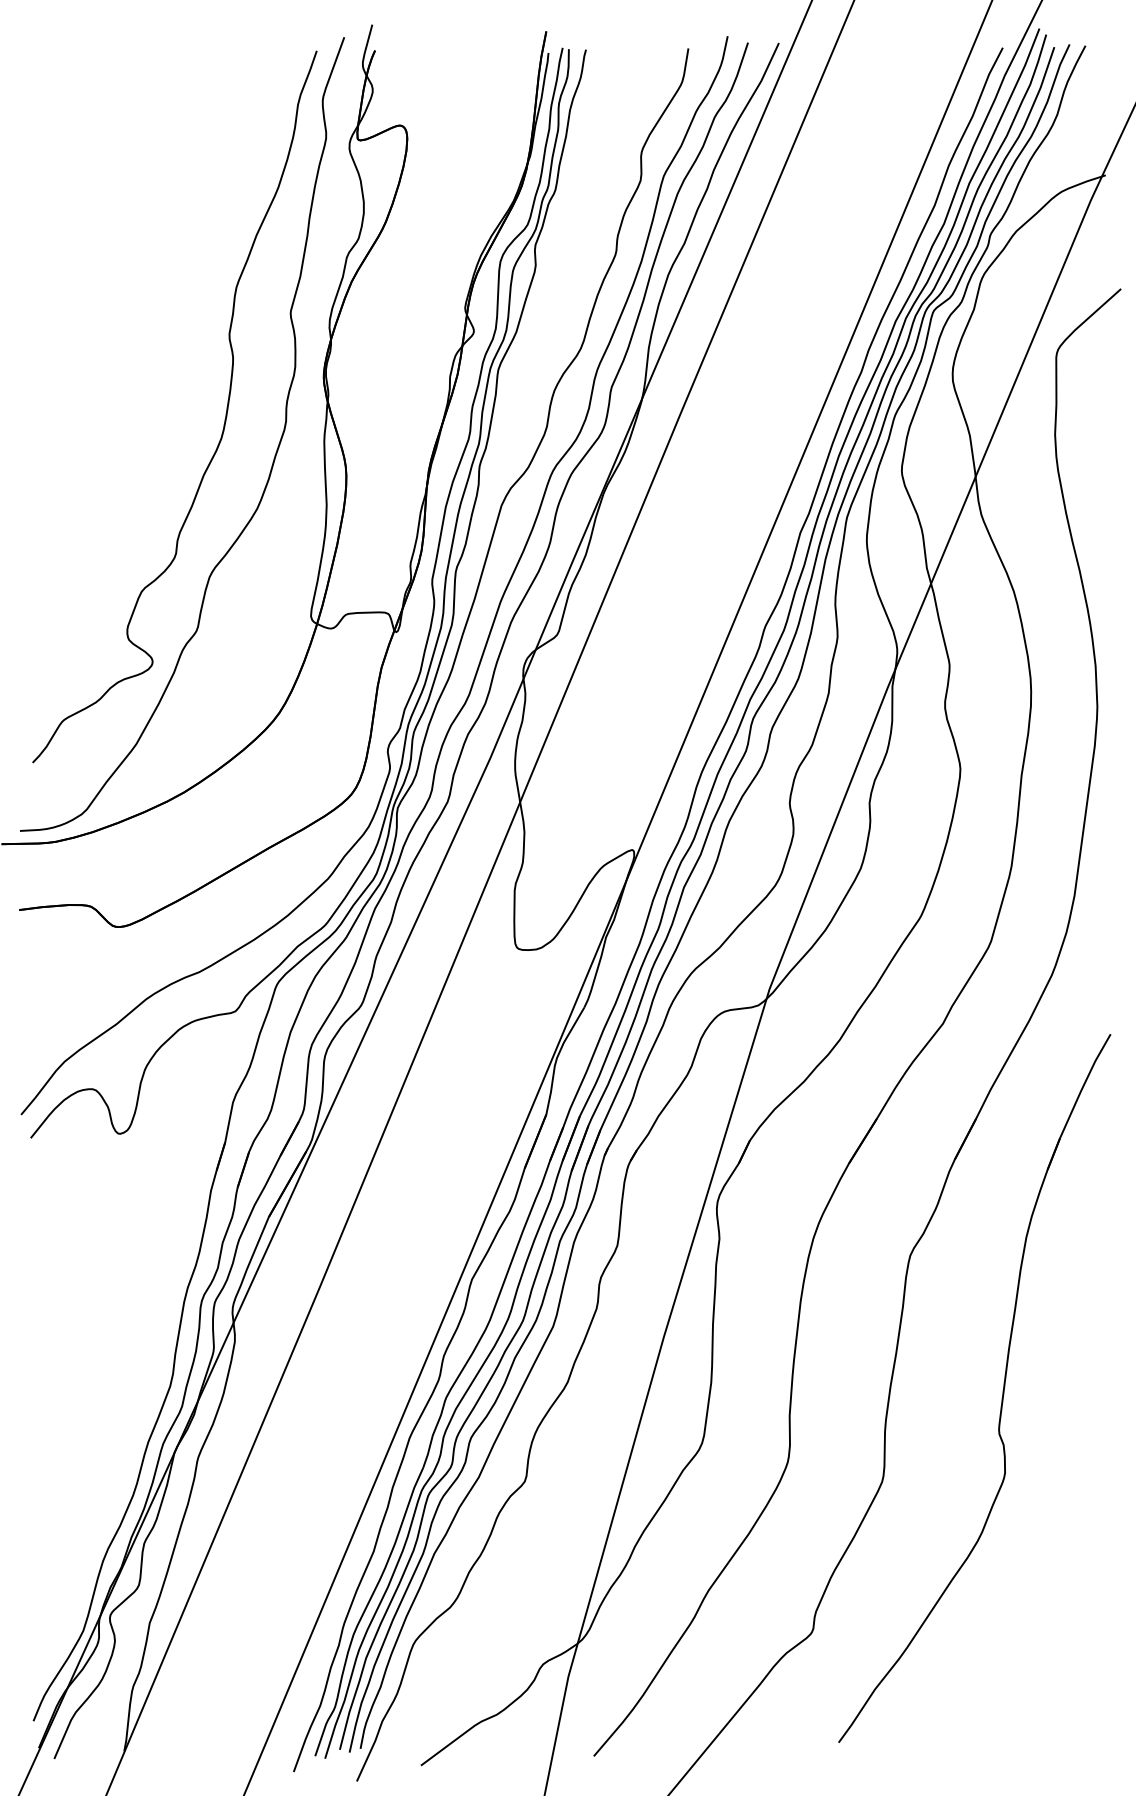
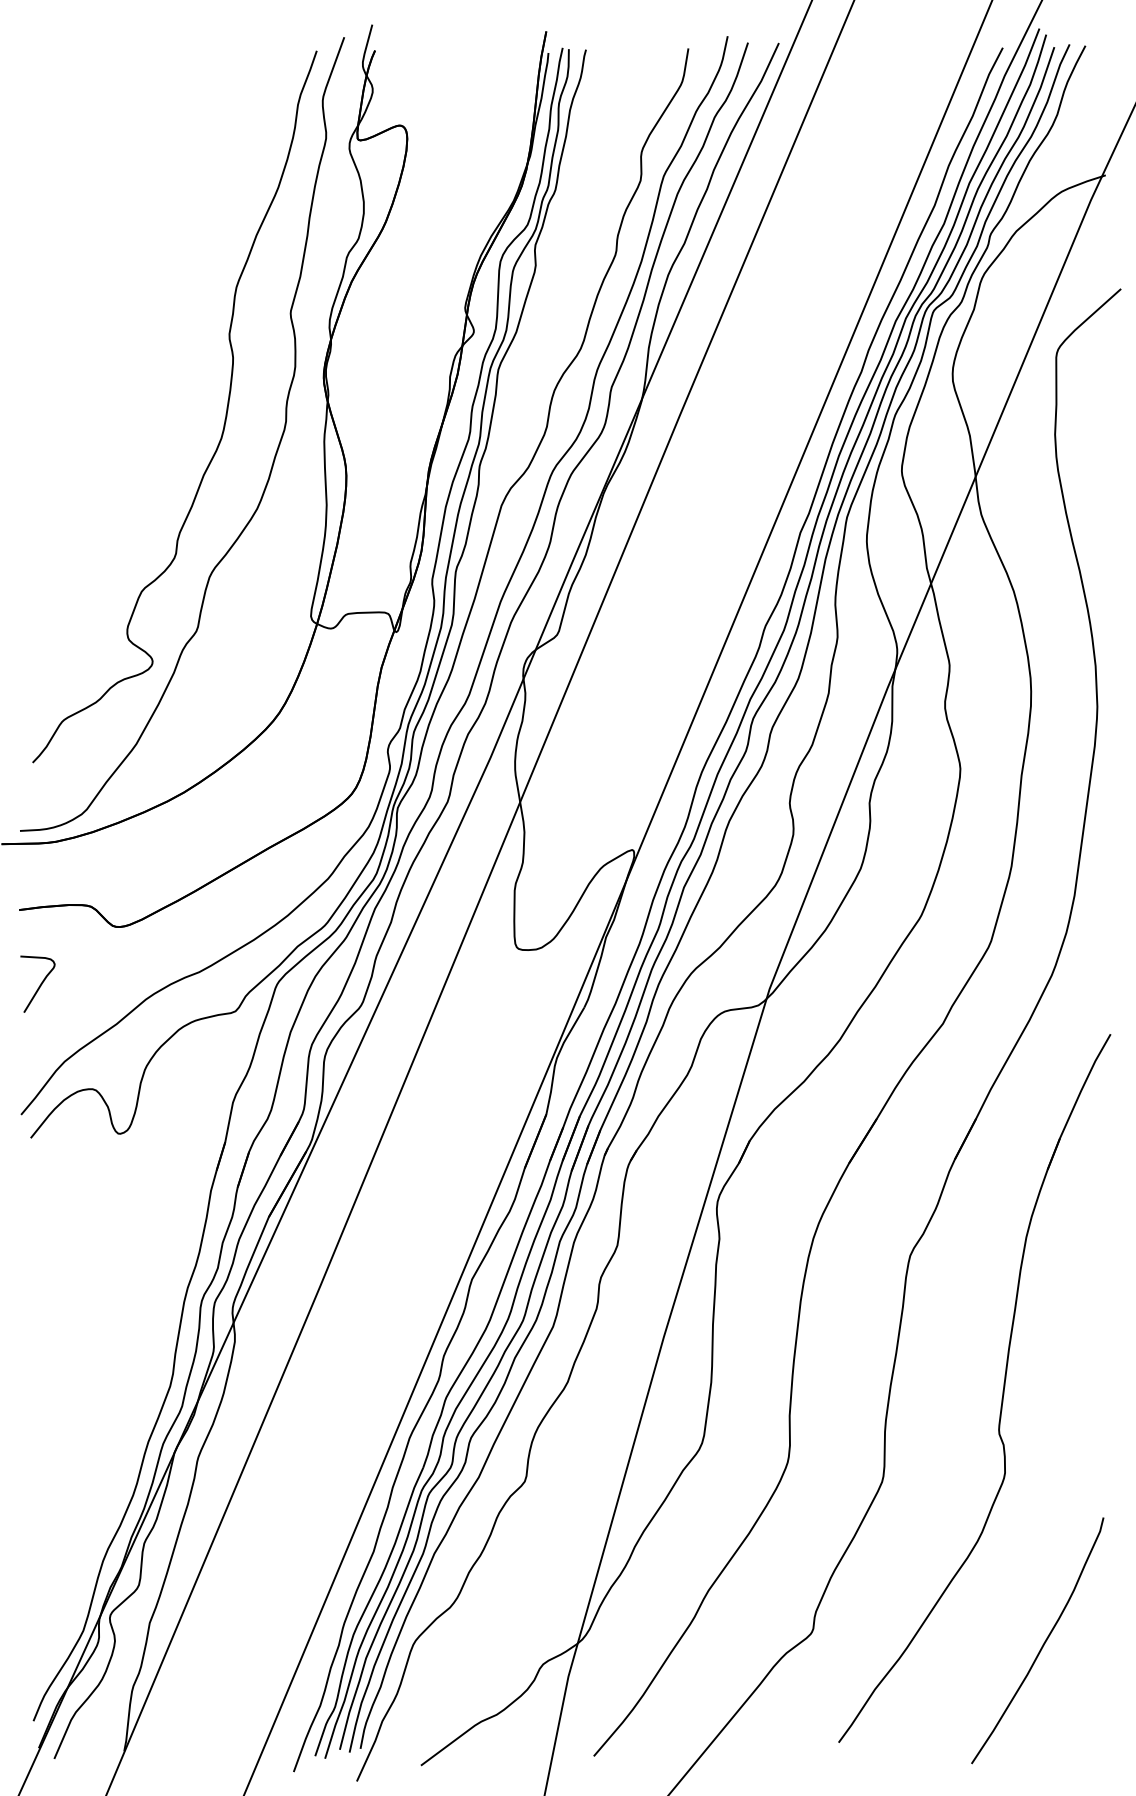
curve at (39, 985): none -> present
curve at (1043, 1642): none -> present
